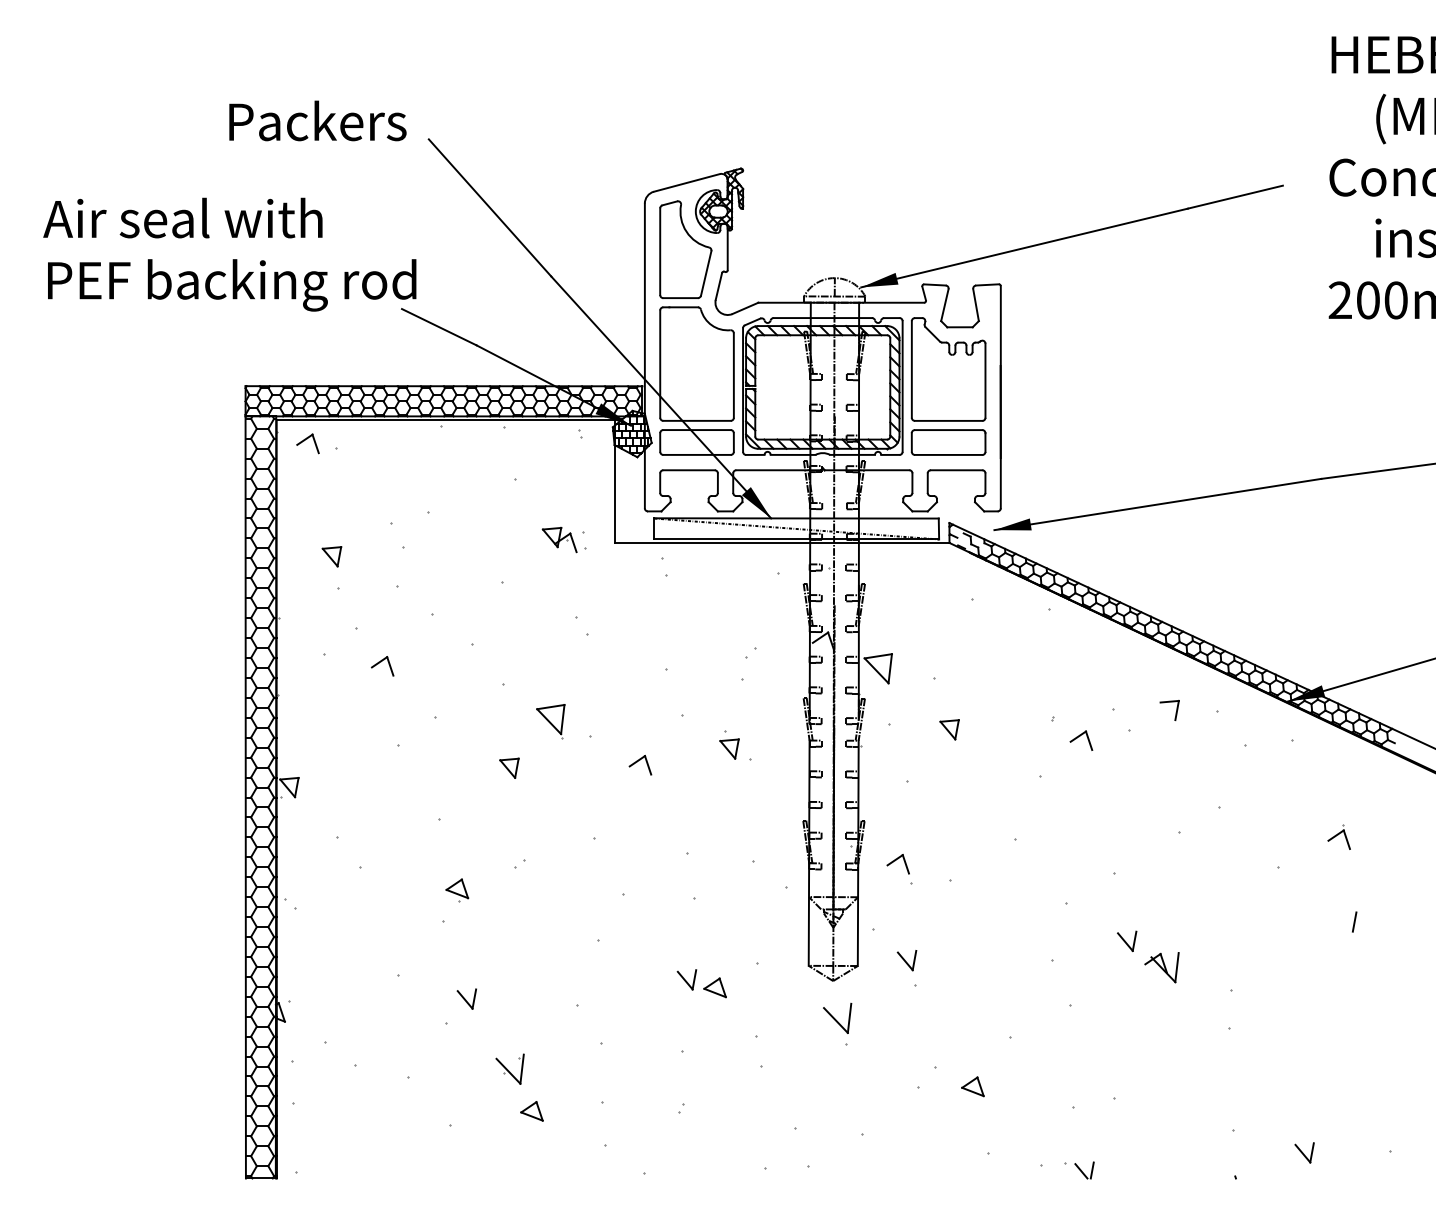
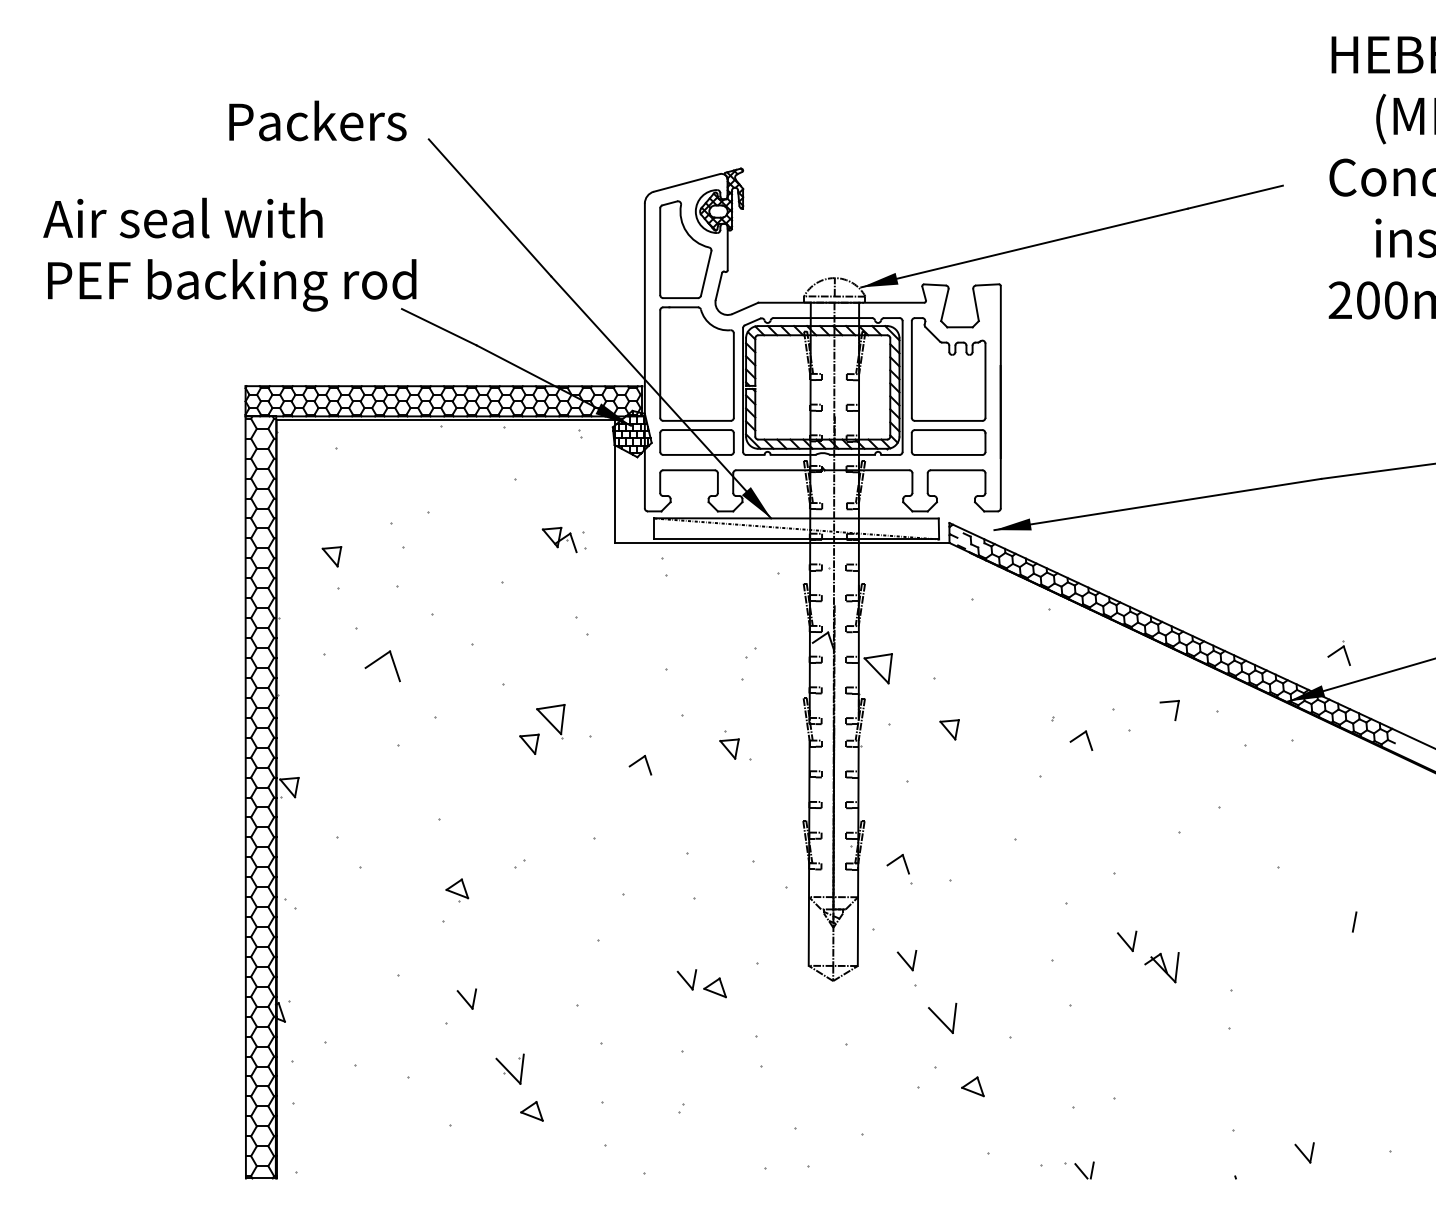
part at (307, 443): present -> none
part at (382, 666) size: 25x21 px -> 37x33 px
part at (509, 767) position: (509, 767) -> (529, 743)
part at (1338, 836) position: (1338, 836) -> (1338, 652)
part at (837, 1017) position: (837, 1017) -> (942, 1017)
